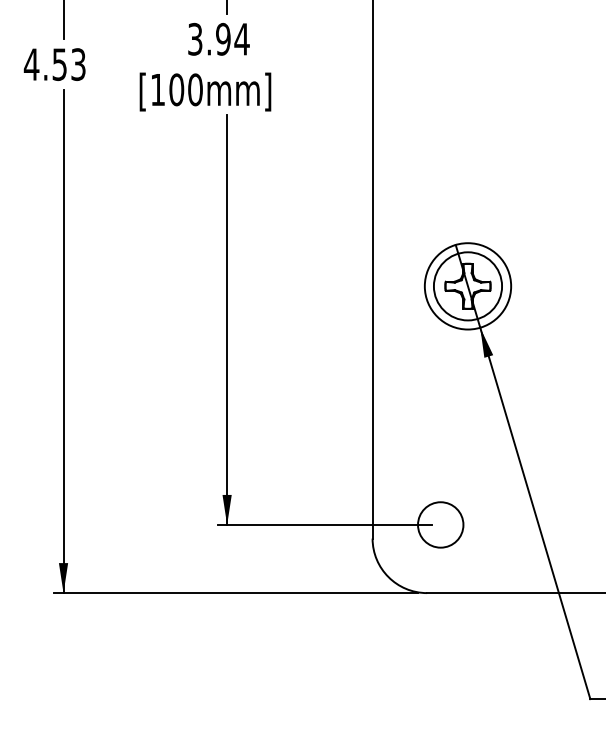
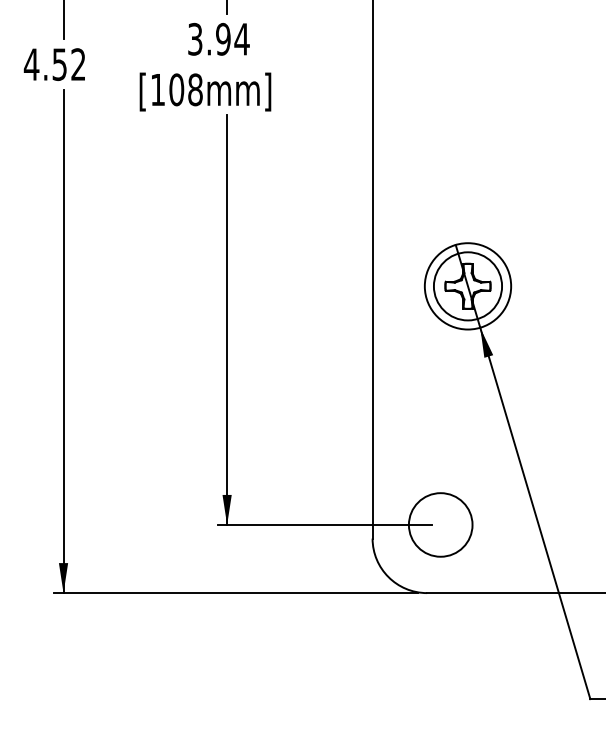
text at (78, 64): 4.53 -> 4.52
text at (195, 89): [100mm] -> [108mm]
circle at (440, 524) diameter: 45 px -> 64 px
